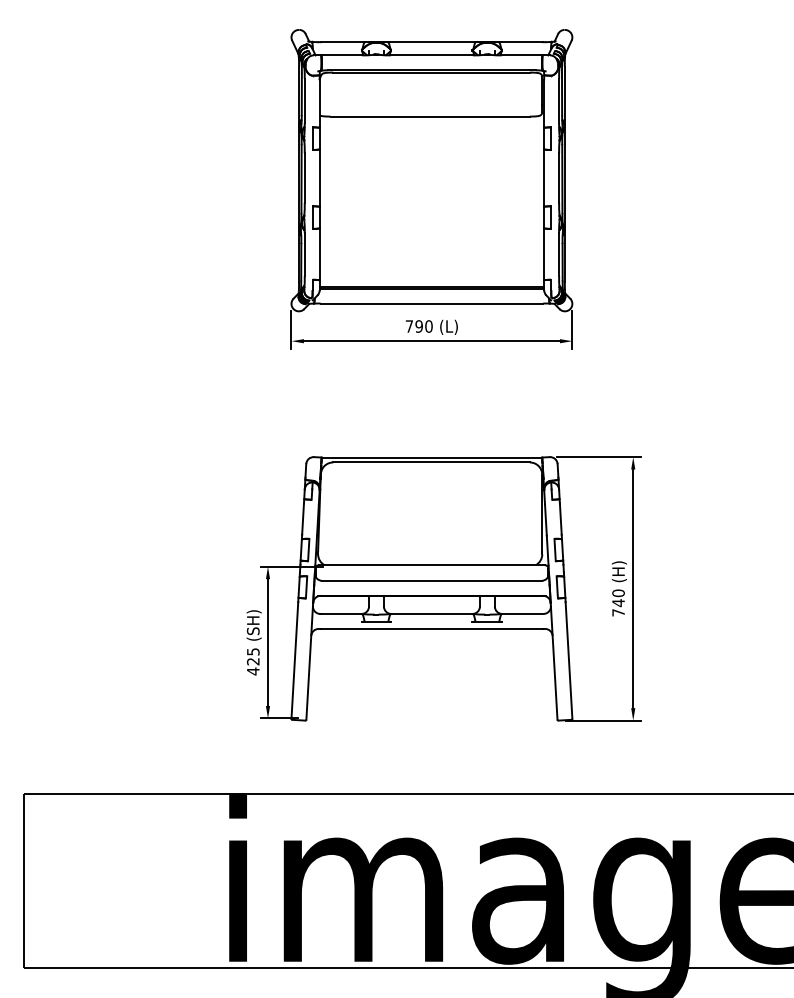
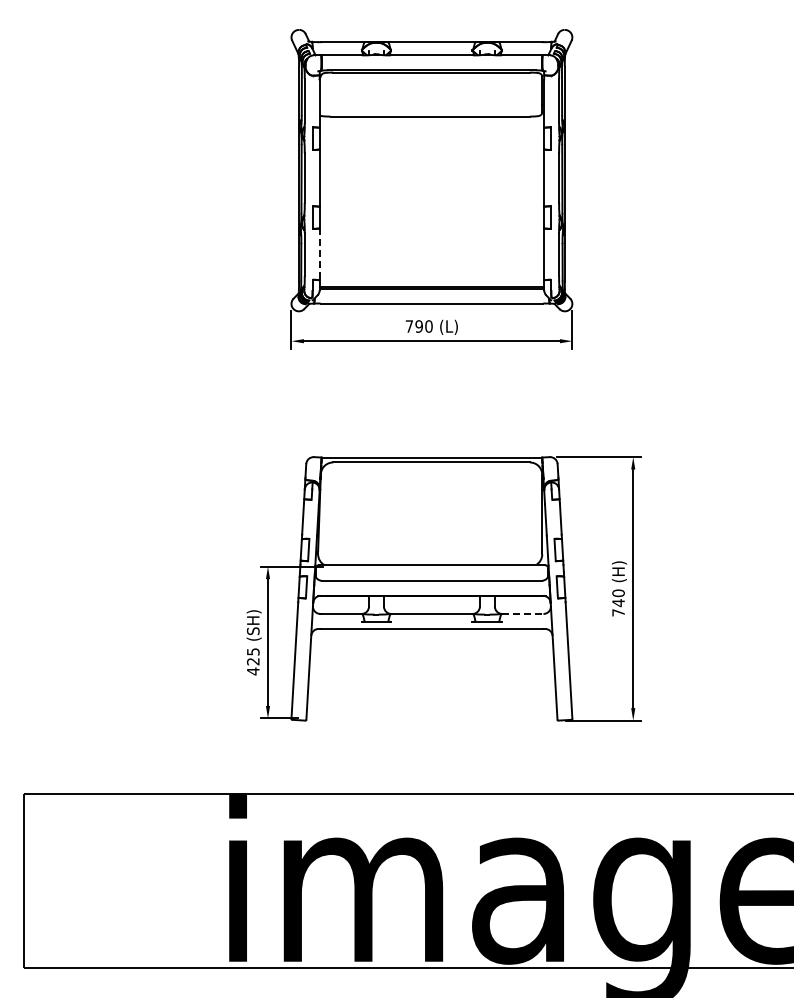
line at (319, 254): solid -> dashed
line at (522, 613): solid -> dashed
